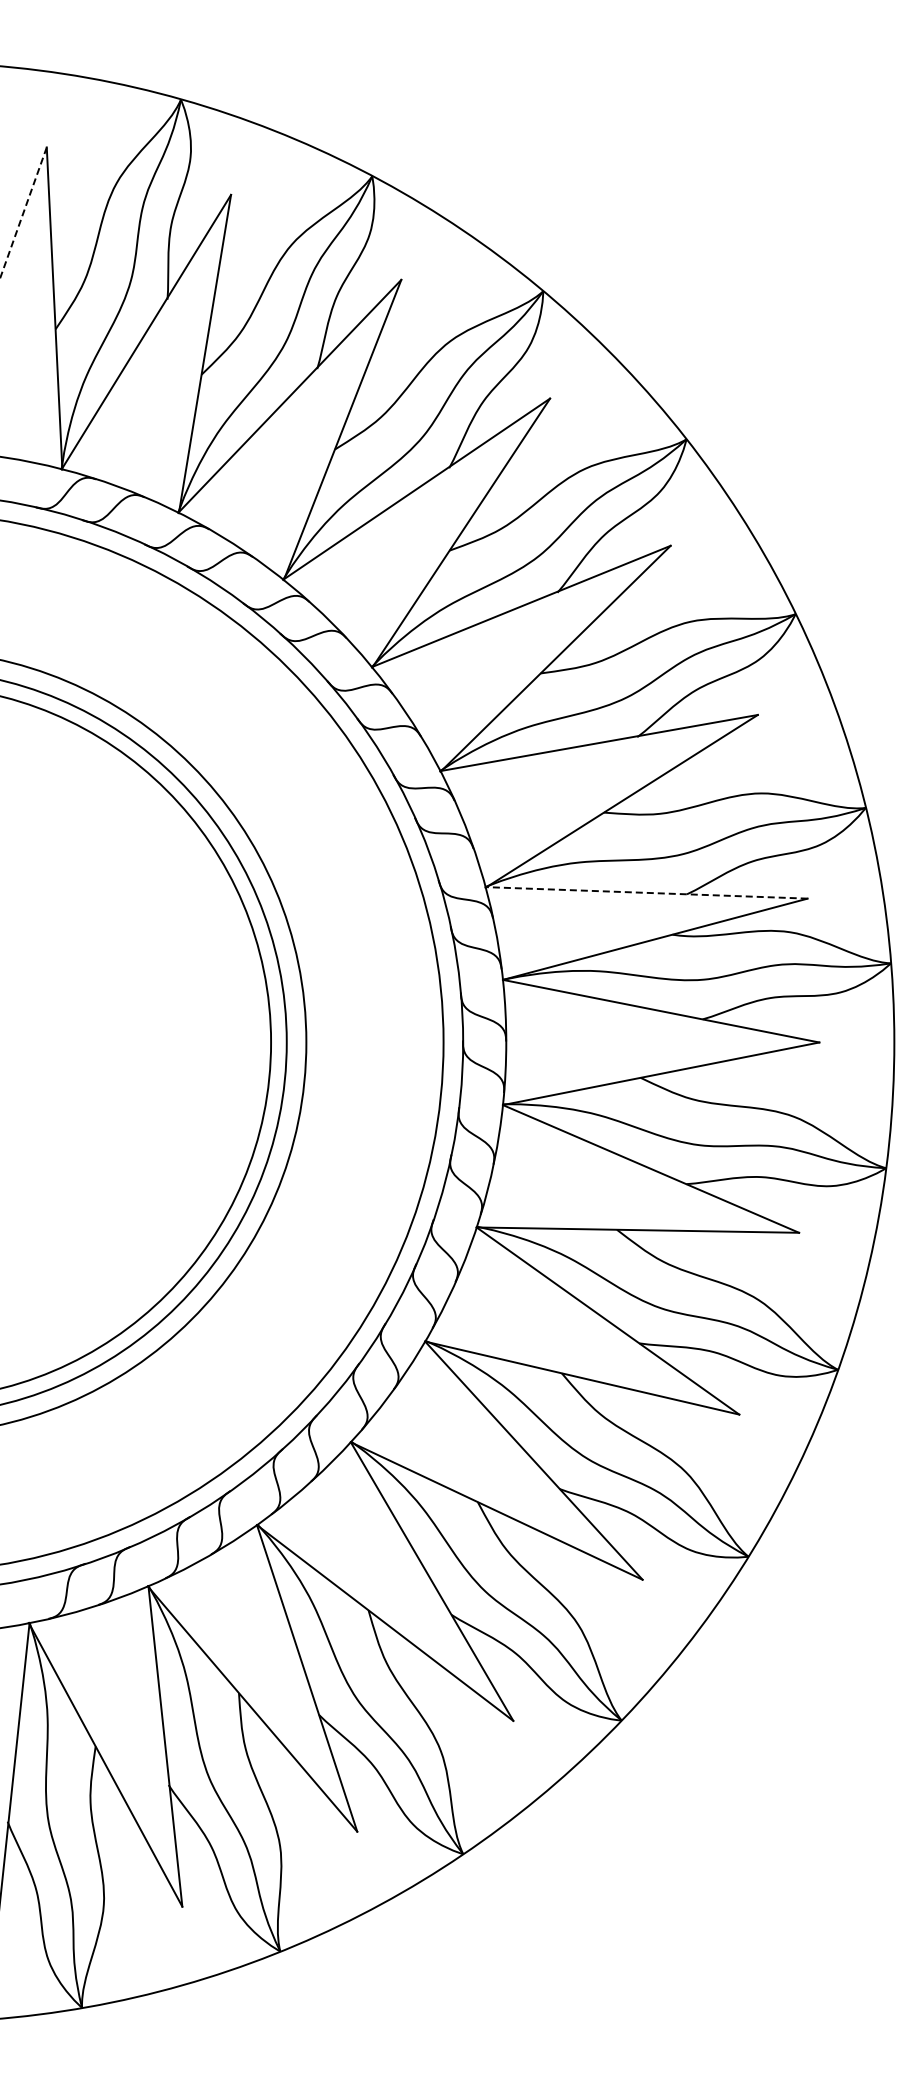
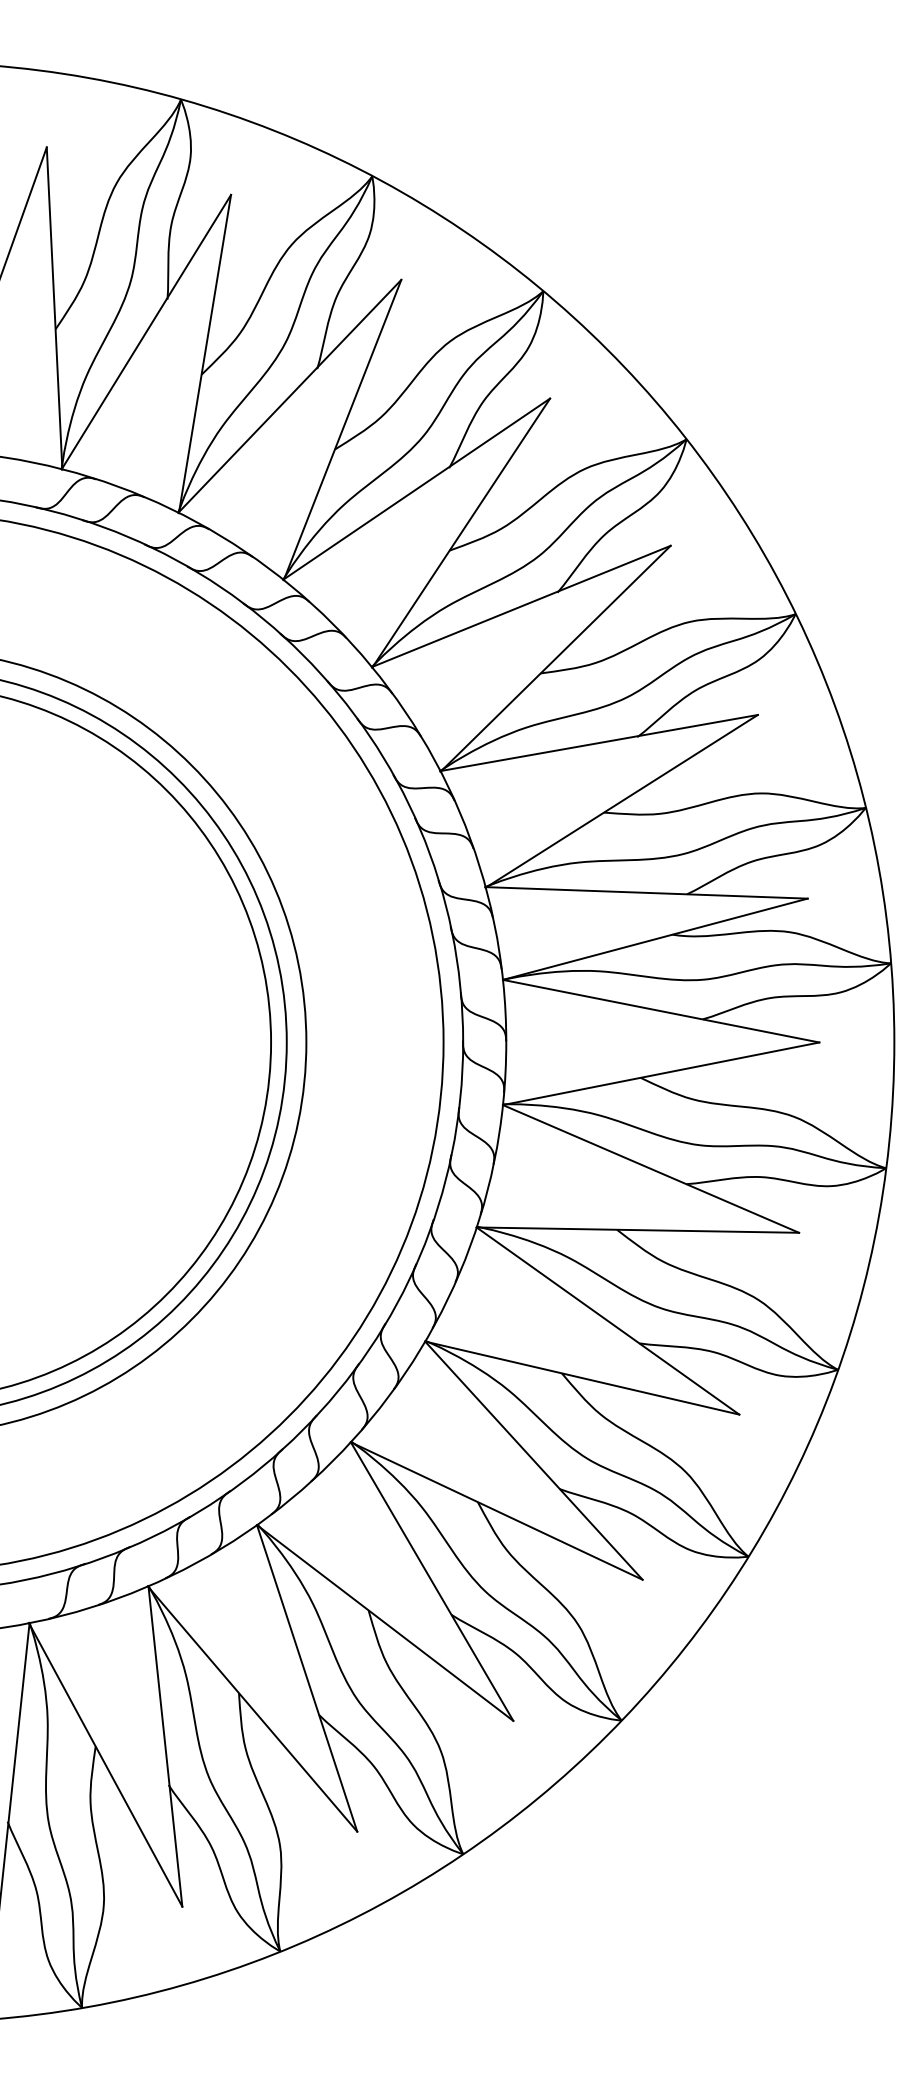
line at (23, 213): dashed -> solid
line at (646, 892): dashed -> solid
